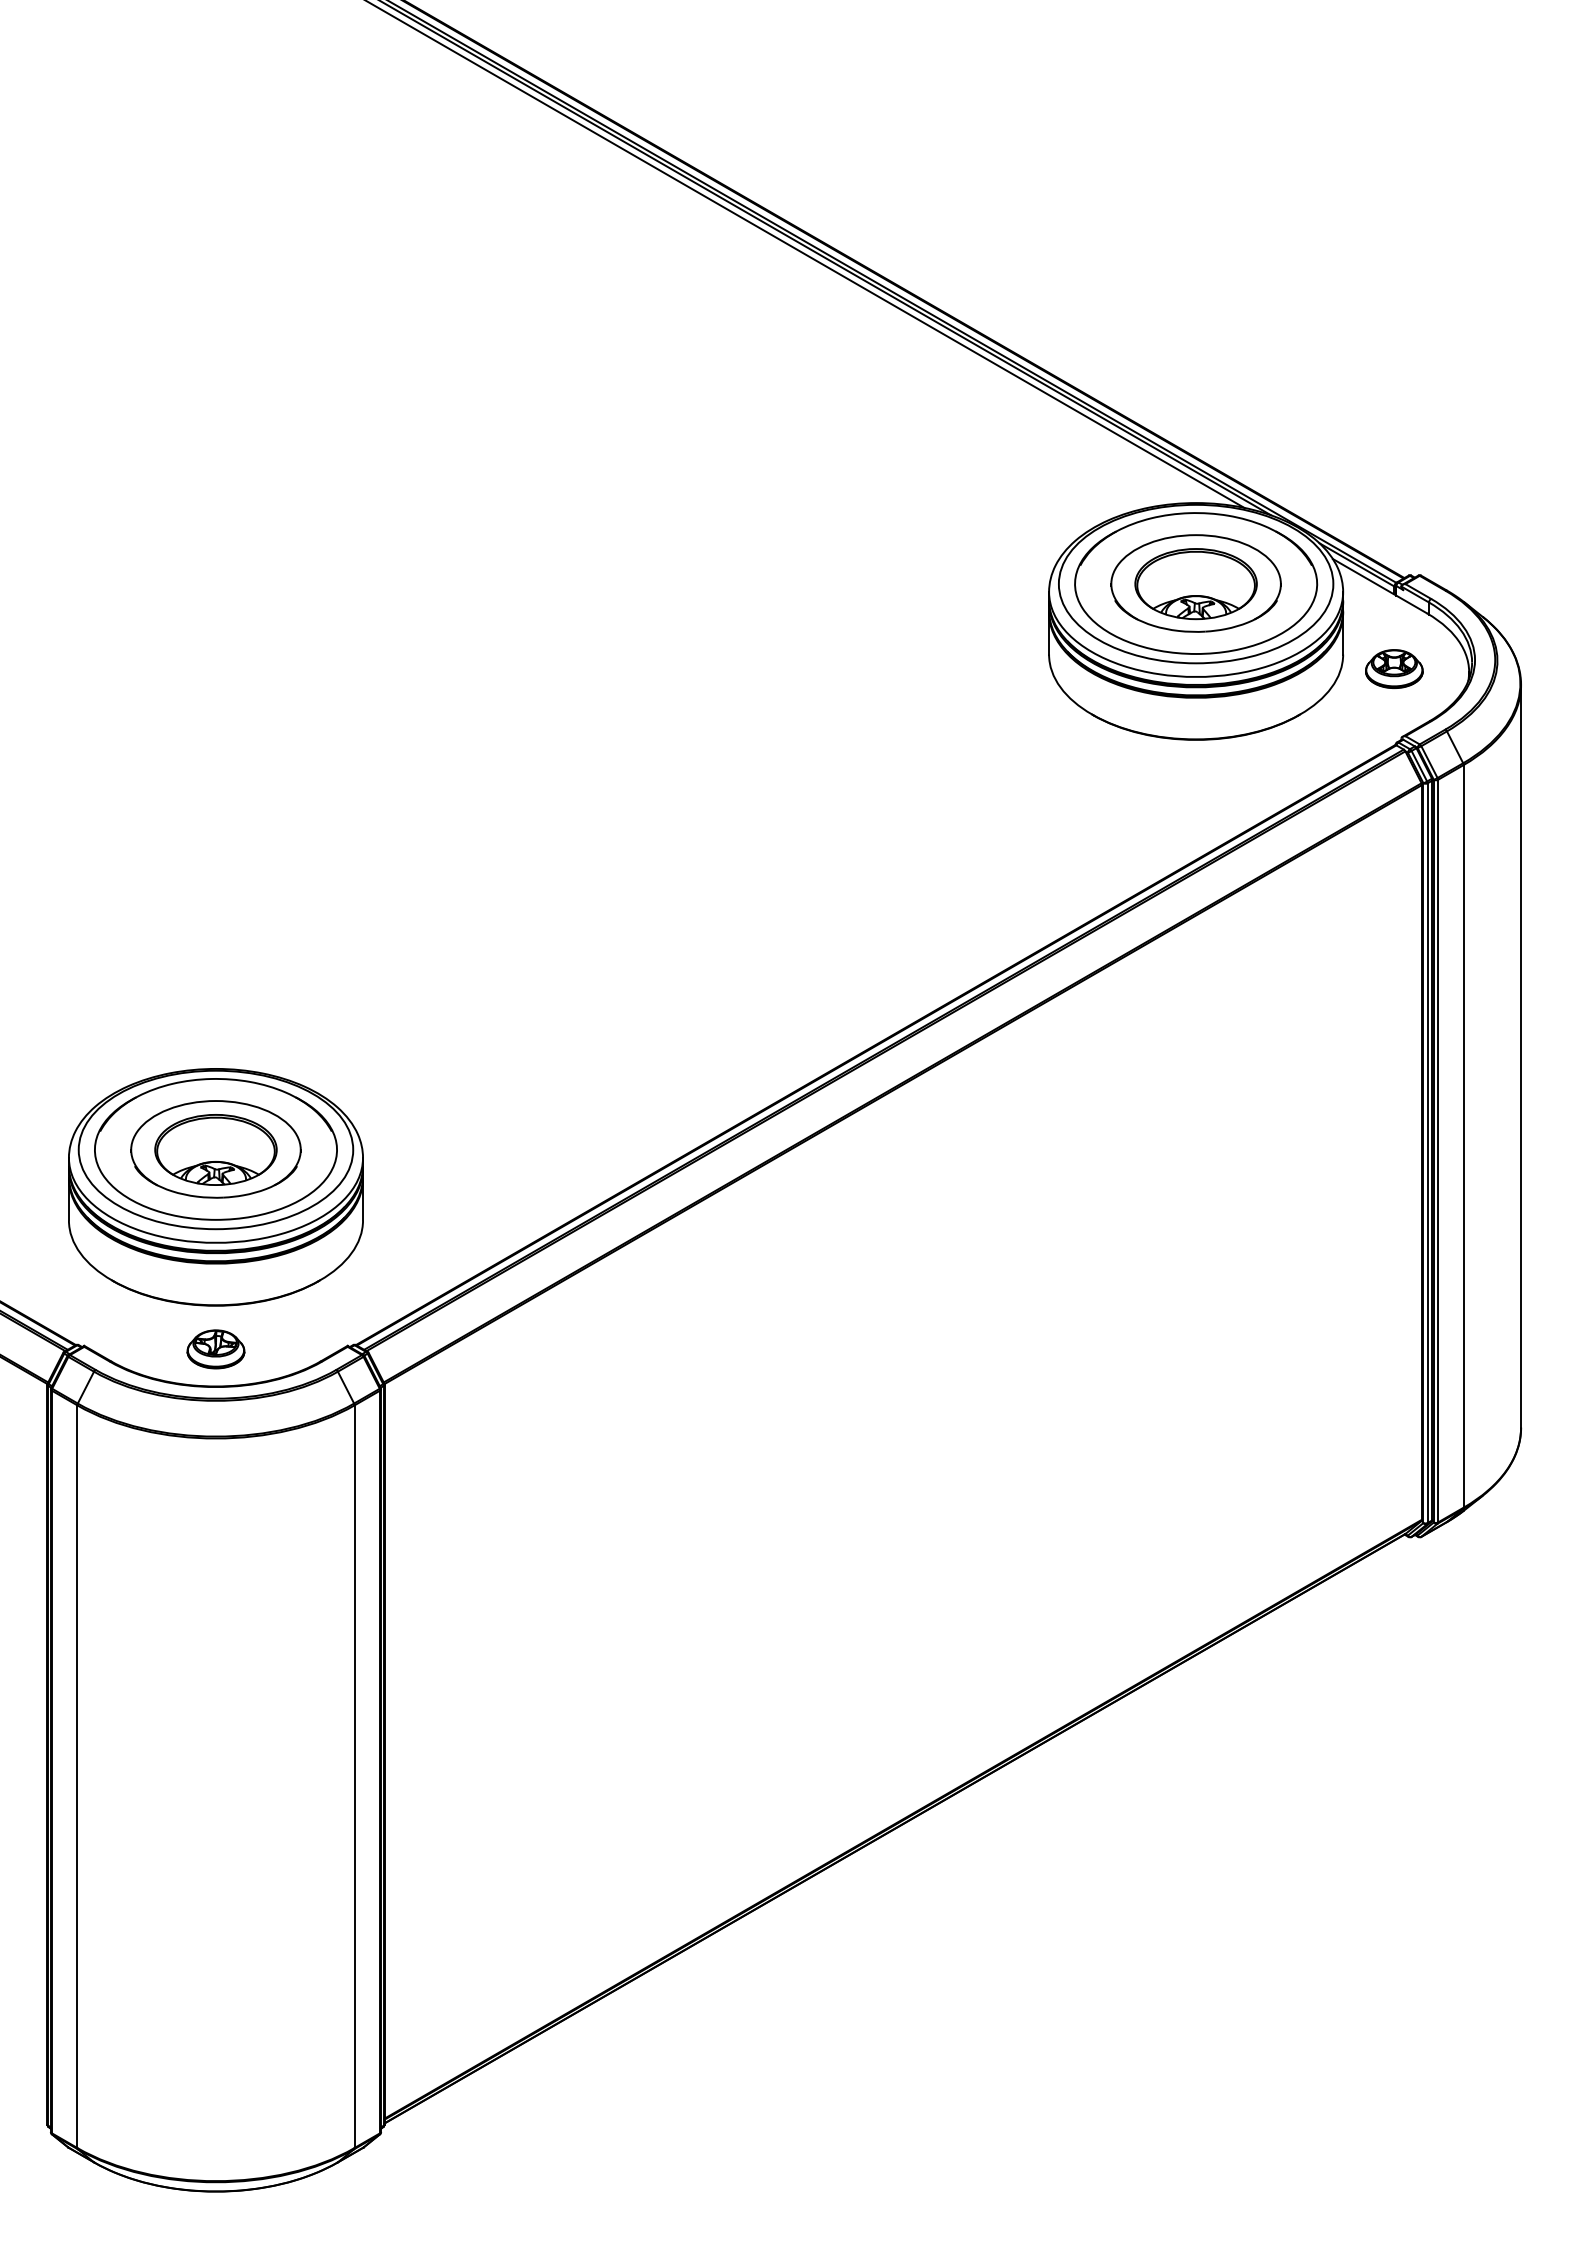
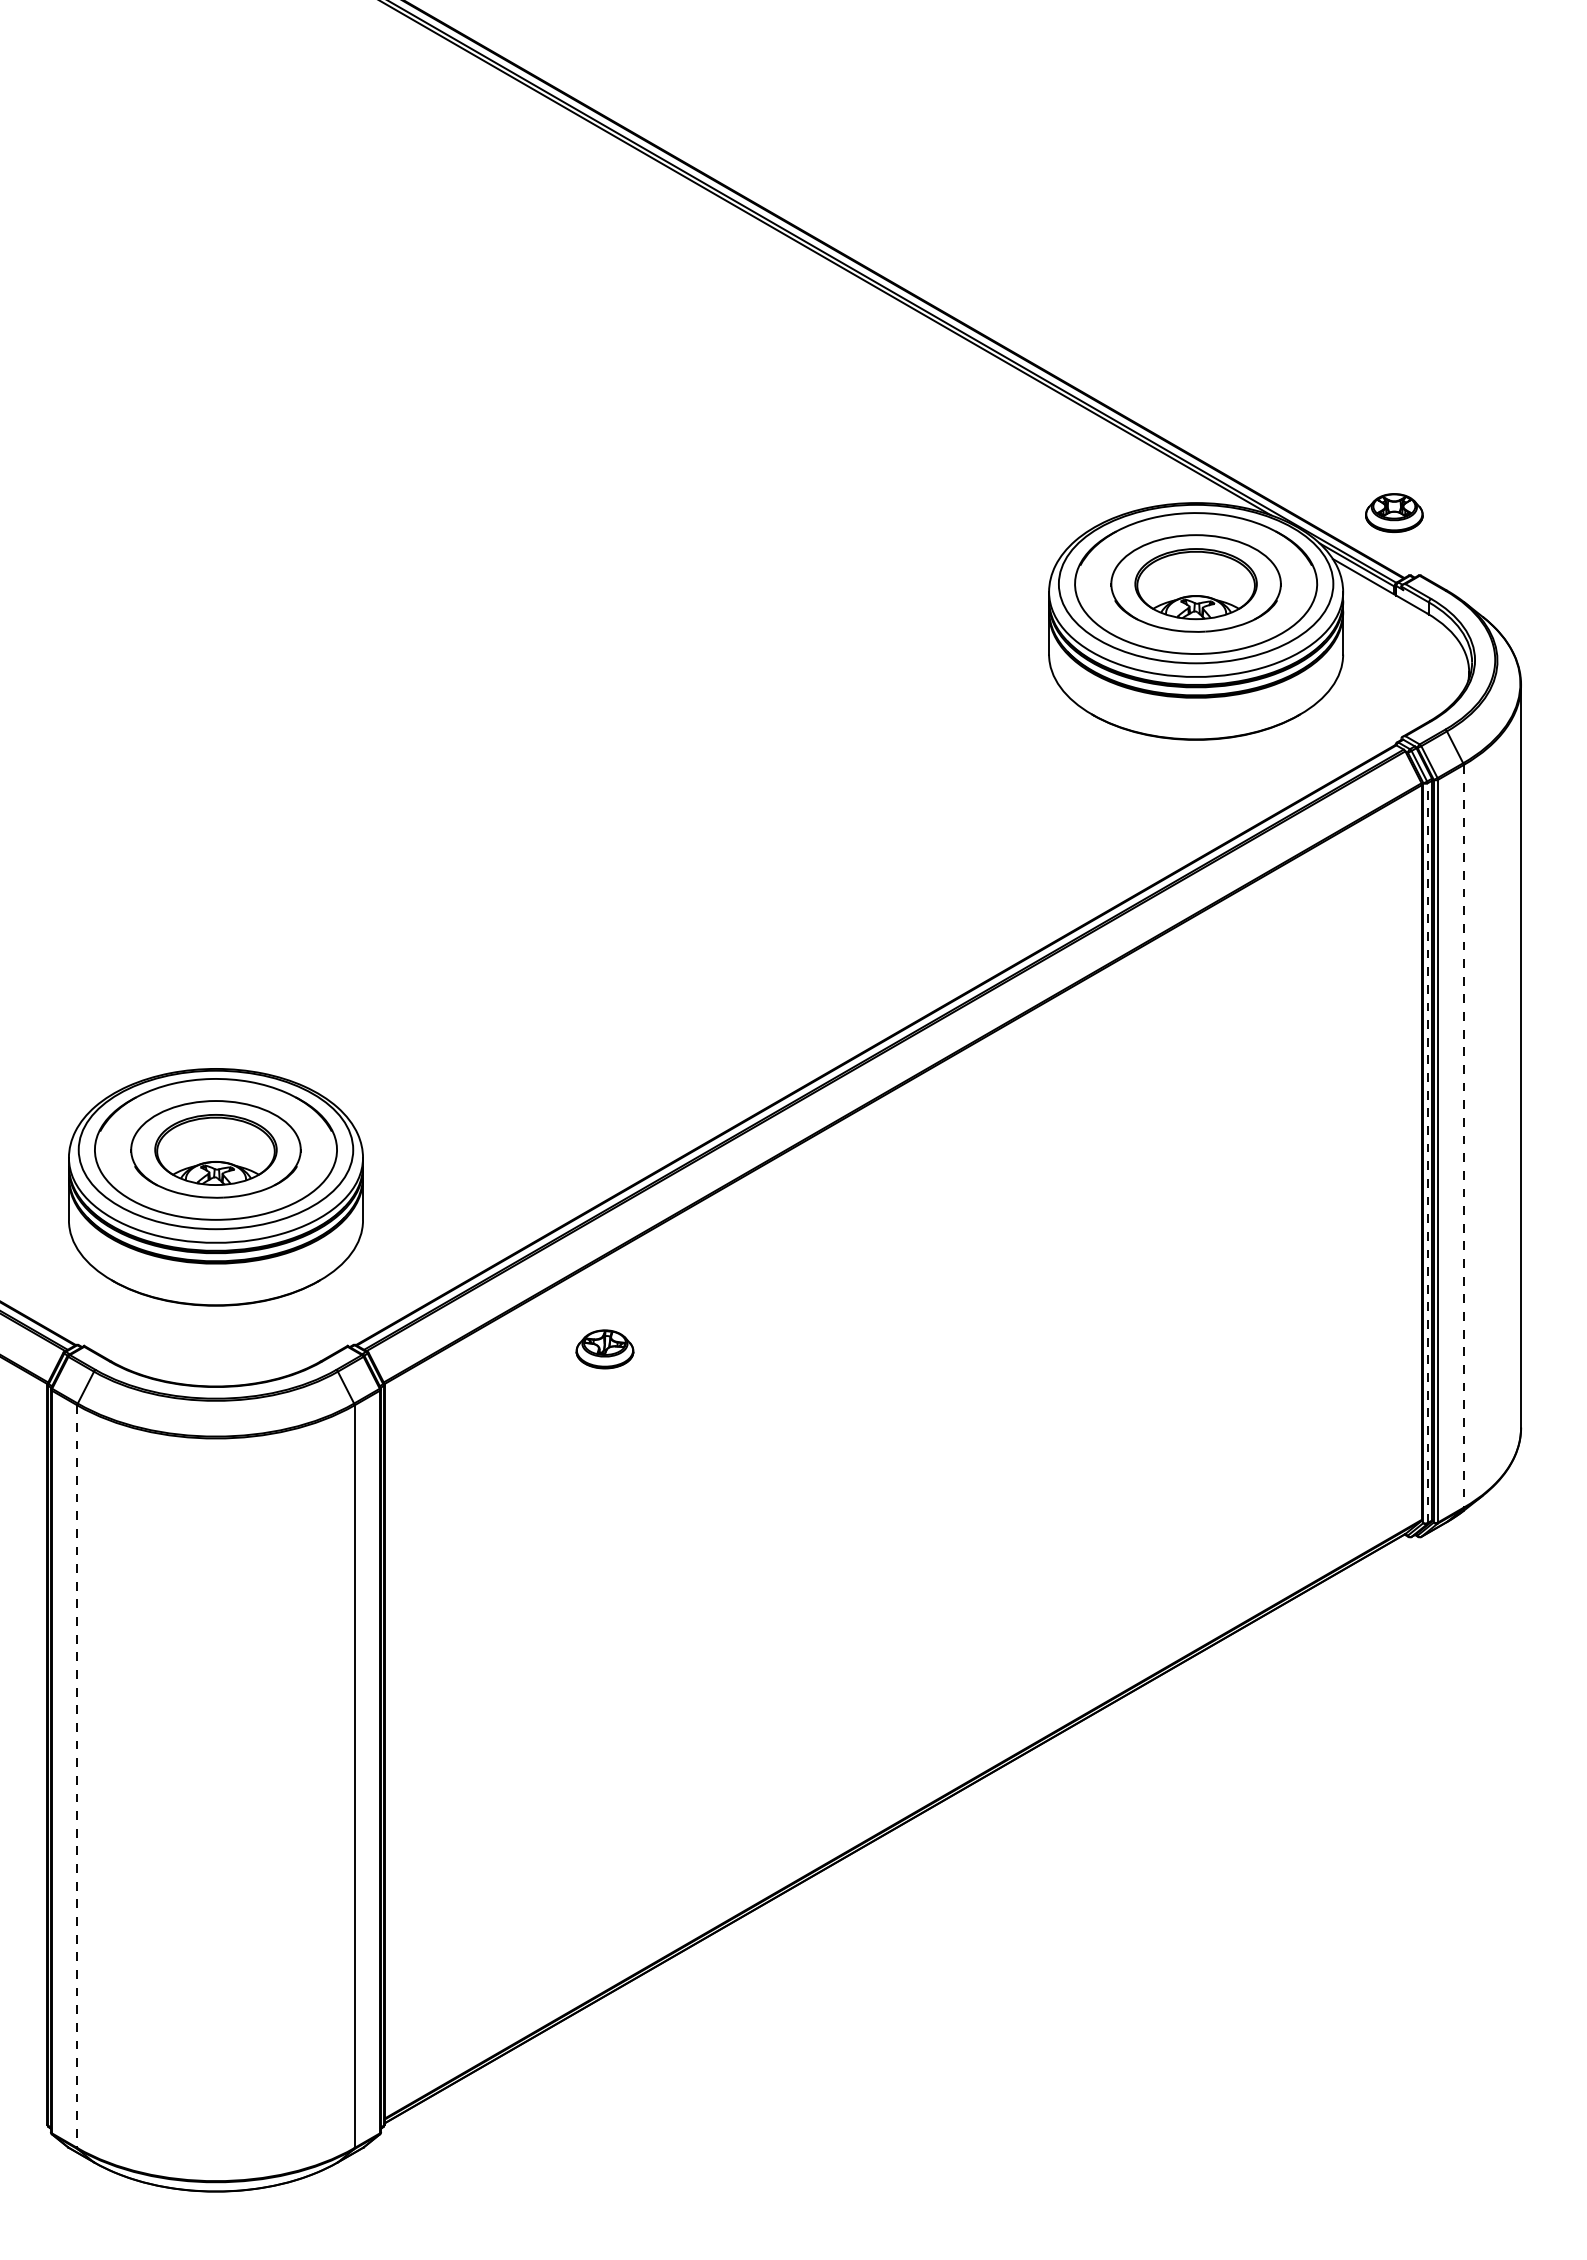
line at (806, 254): present -> none
part at (1394, 668) position: (1394, 668) -> (1394, 512)
line at (1463, 1136): solid -> dashed
line at (1427, 1153): solid -> dashed
part at (215, 1349) position: (215, 1349) -> (604, 1349)
line at (77, 1777): solid -> dashed
